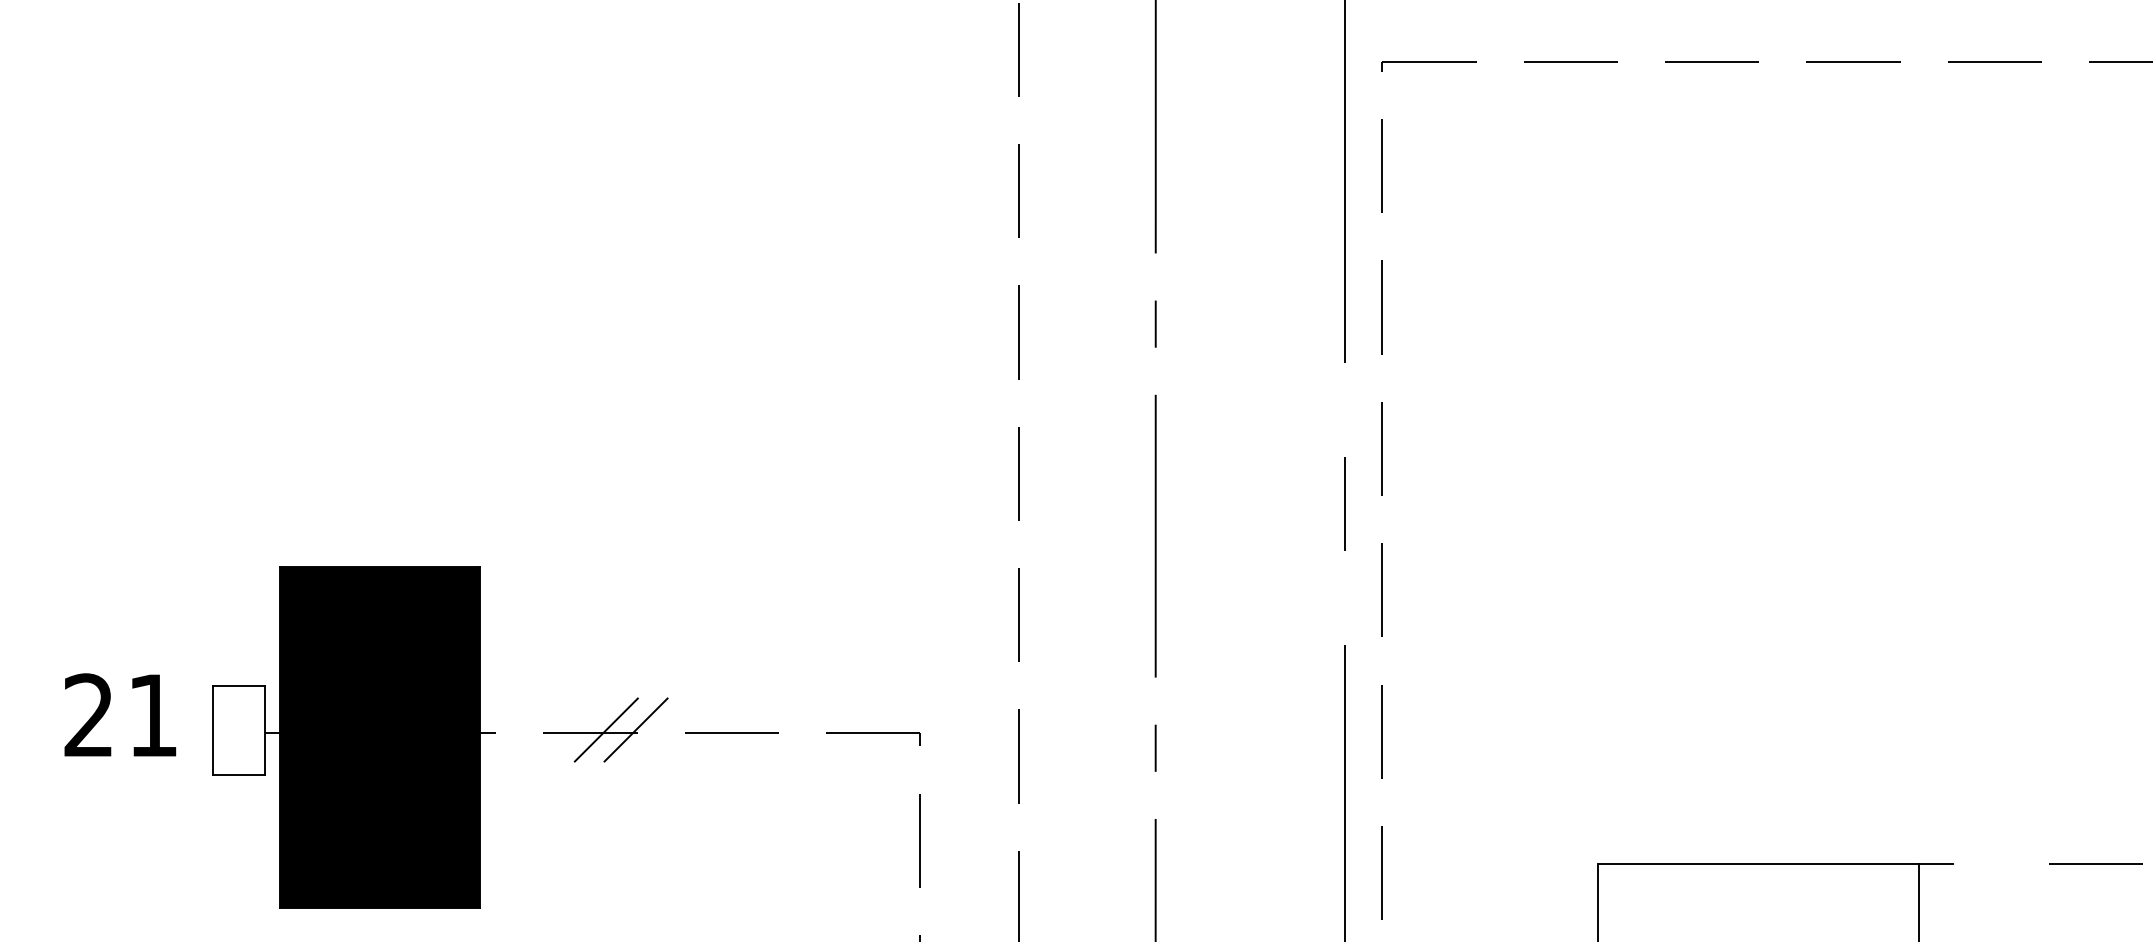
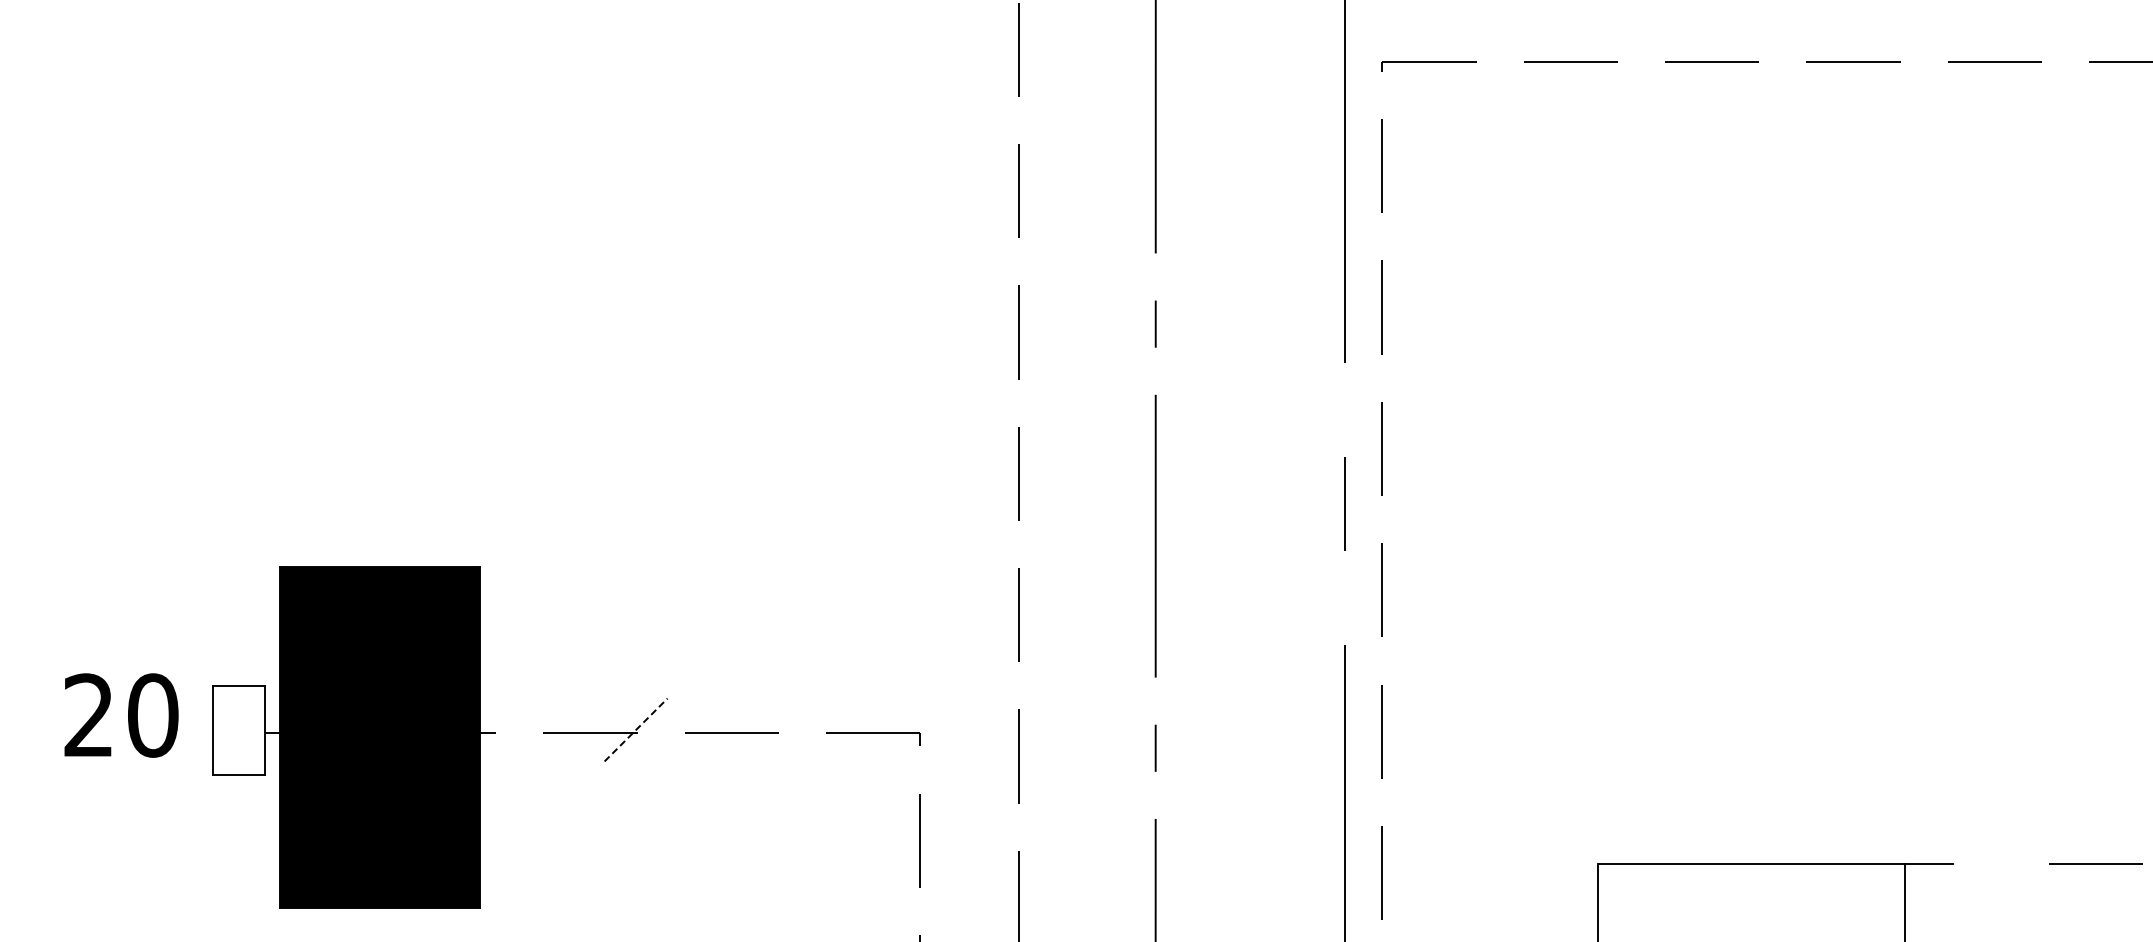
text at (153, 715): 21 -> 20
line at (605, 729): present -> none
line at (636, 730): solid -> dashed
line at (1919, 900) position: (1919, 900) -> (1905, 900)
